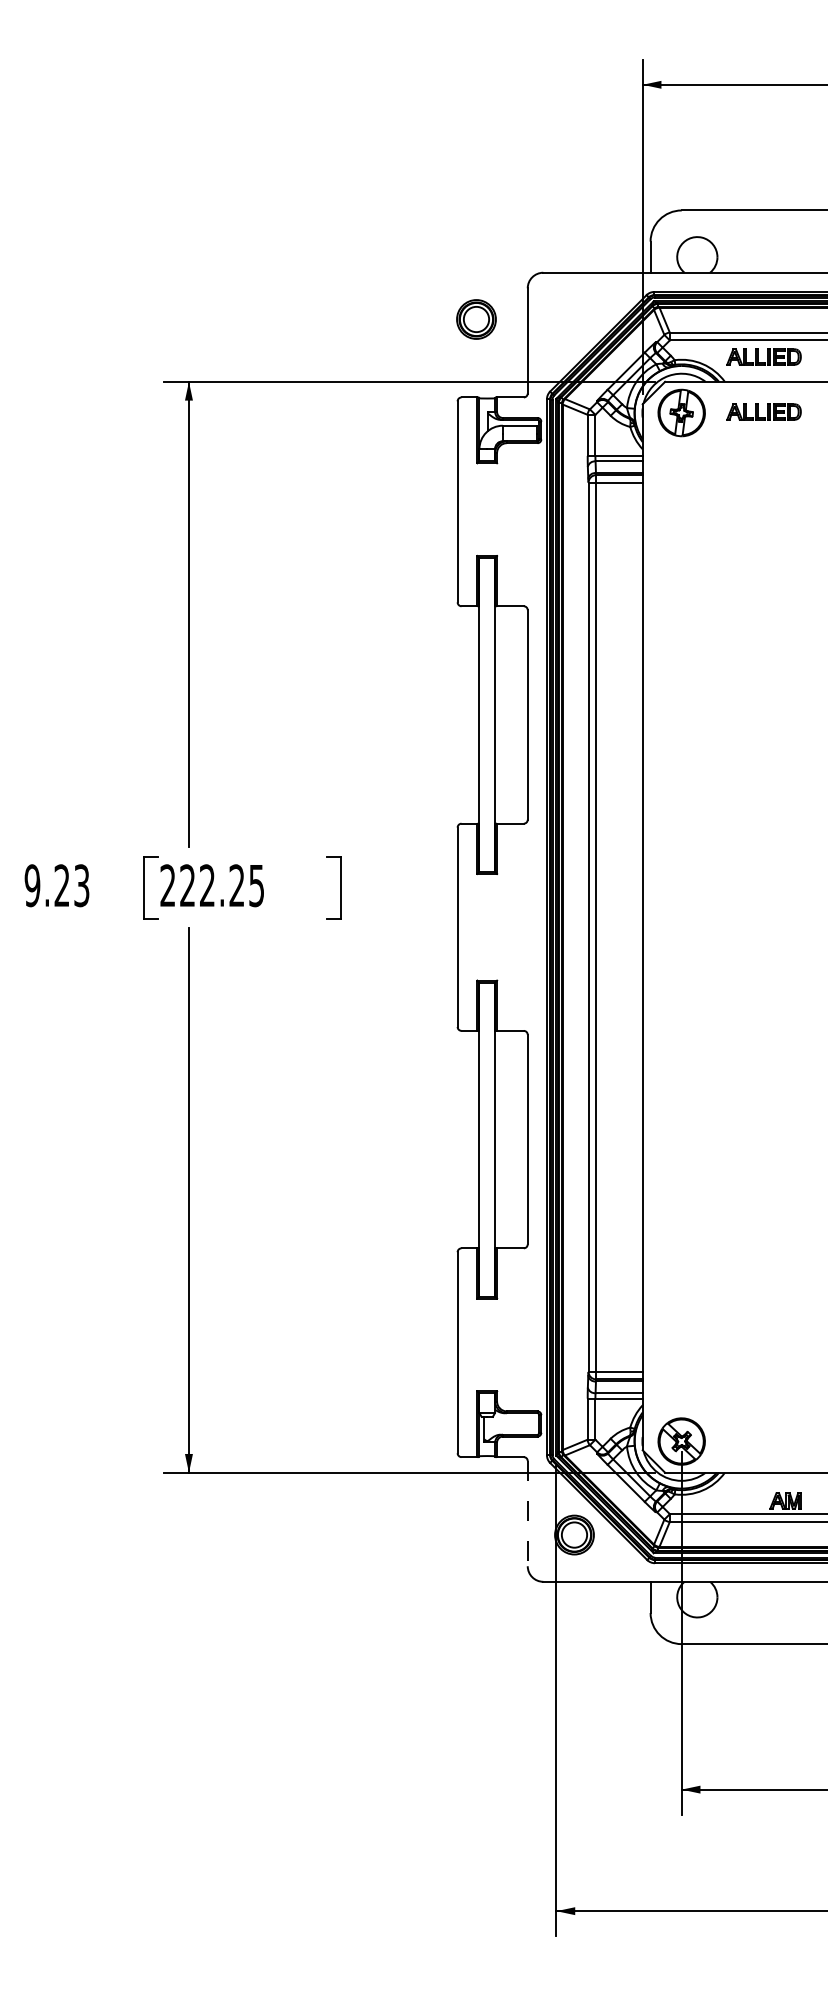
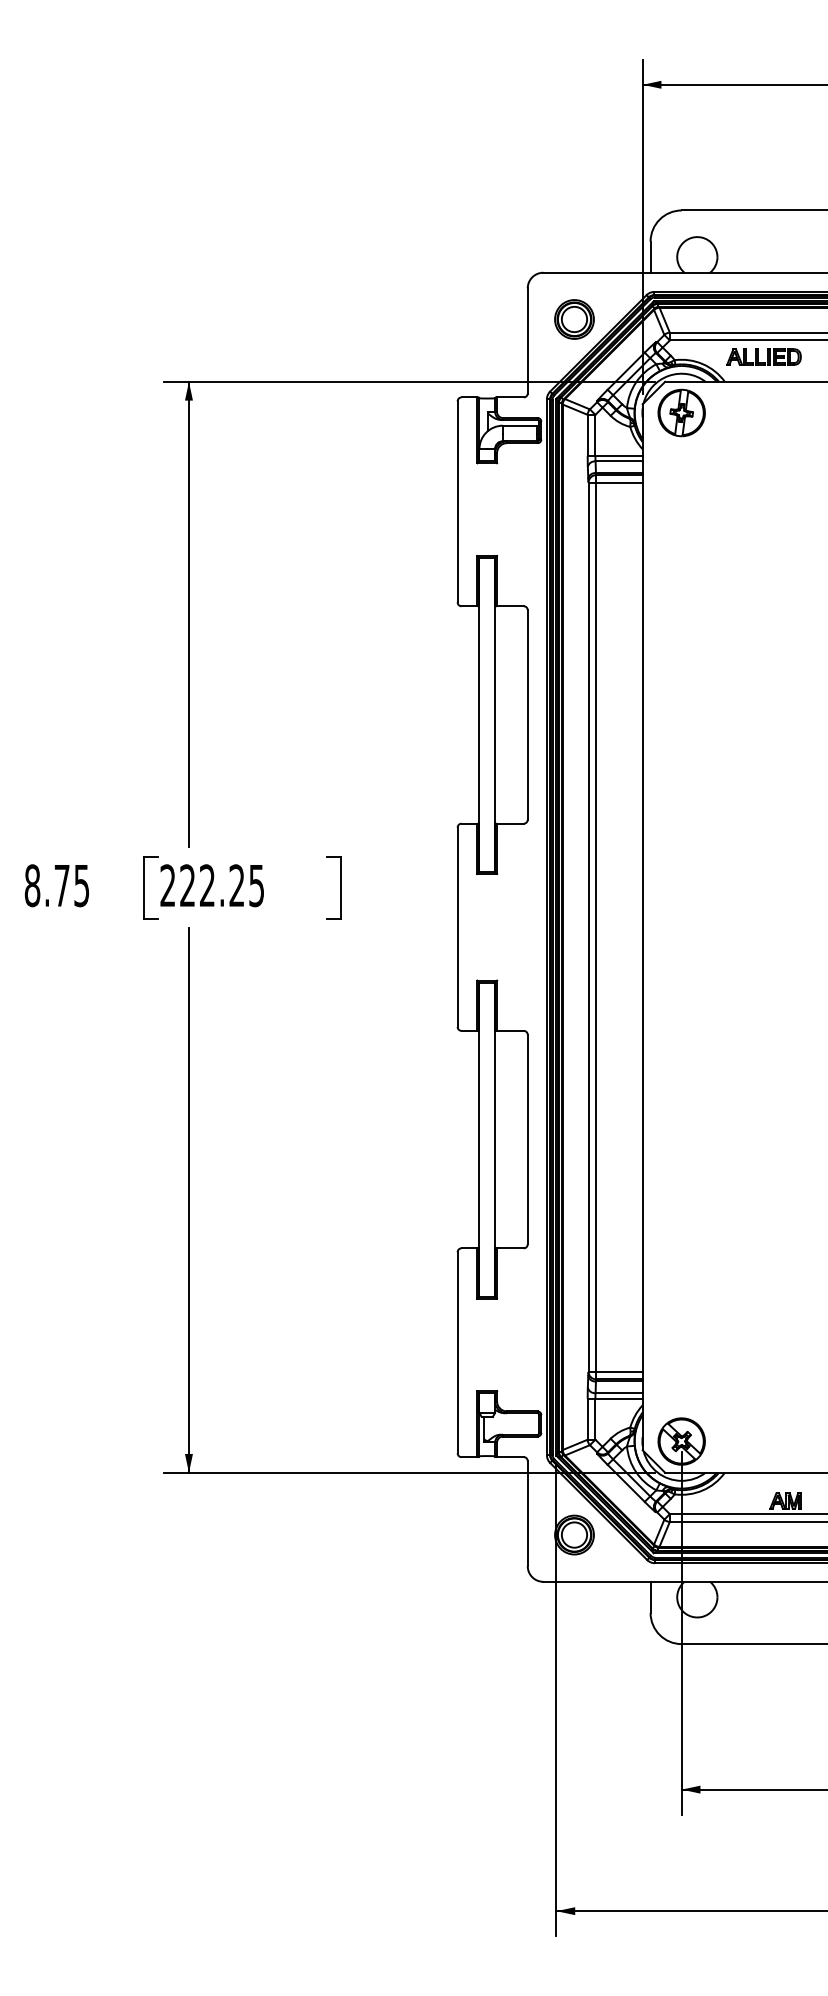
part at (476, 319) position: (476, 319) -> (574, 319)
part at (763, 411): present -> none
text at (56, 885): 9.23 -> 8.75
line at (527, 1513): dashed -> solid
